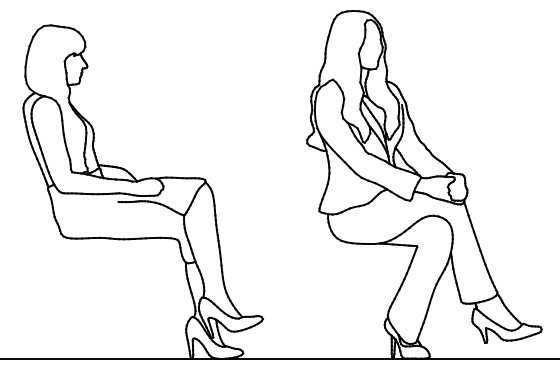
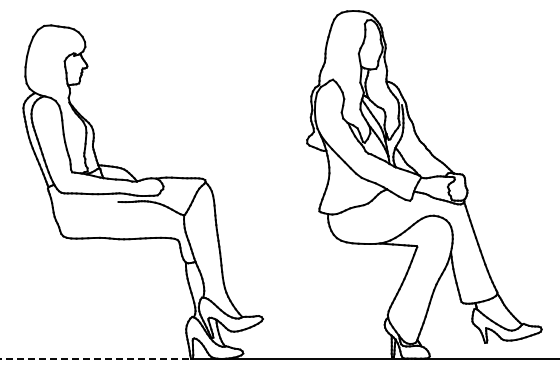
line at (96, 358): solid -> dashed
